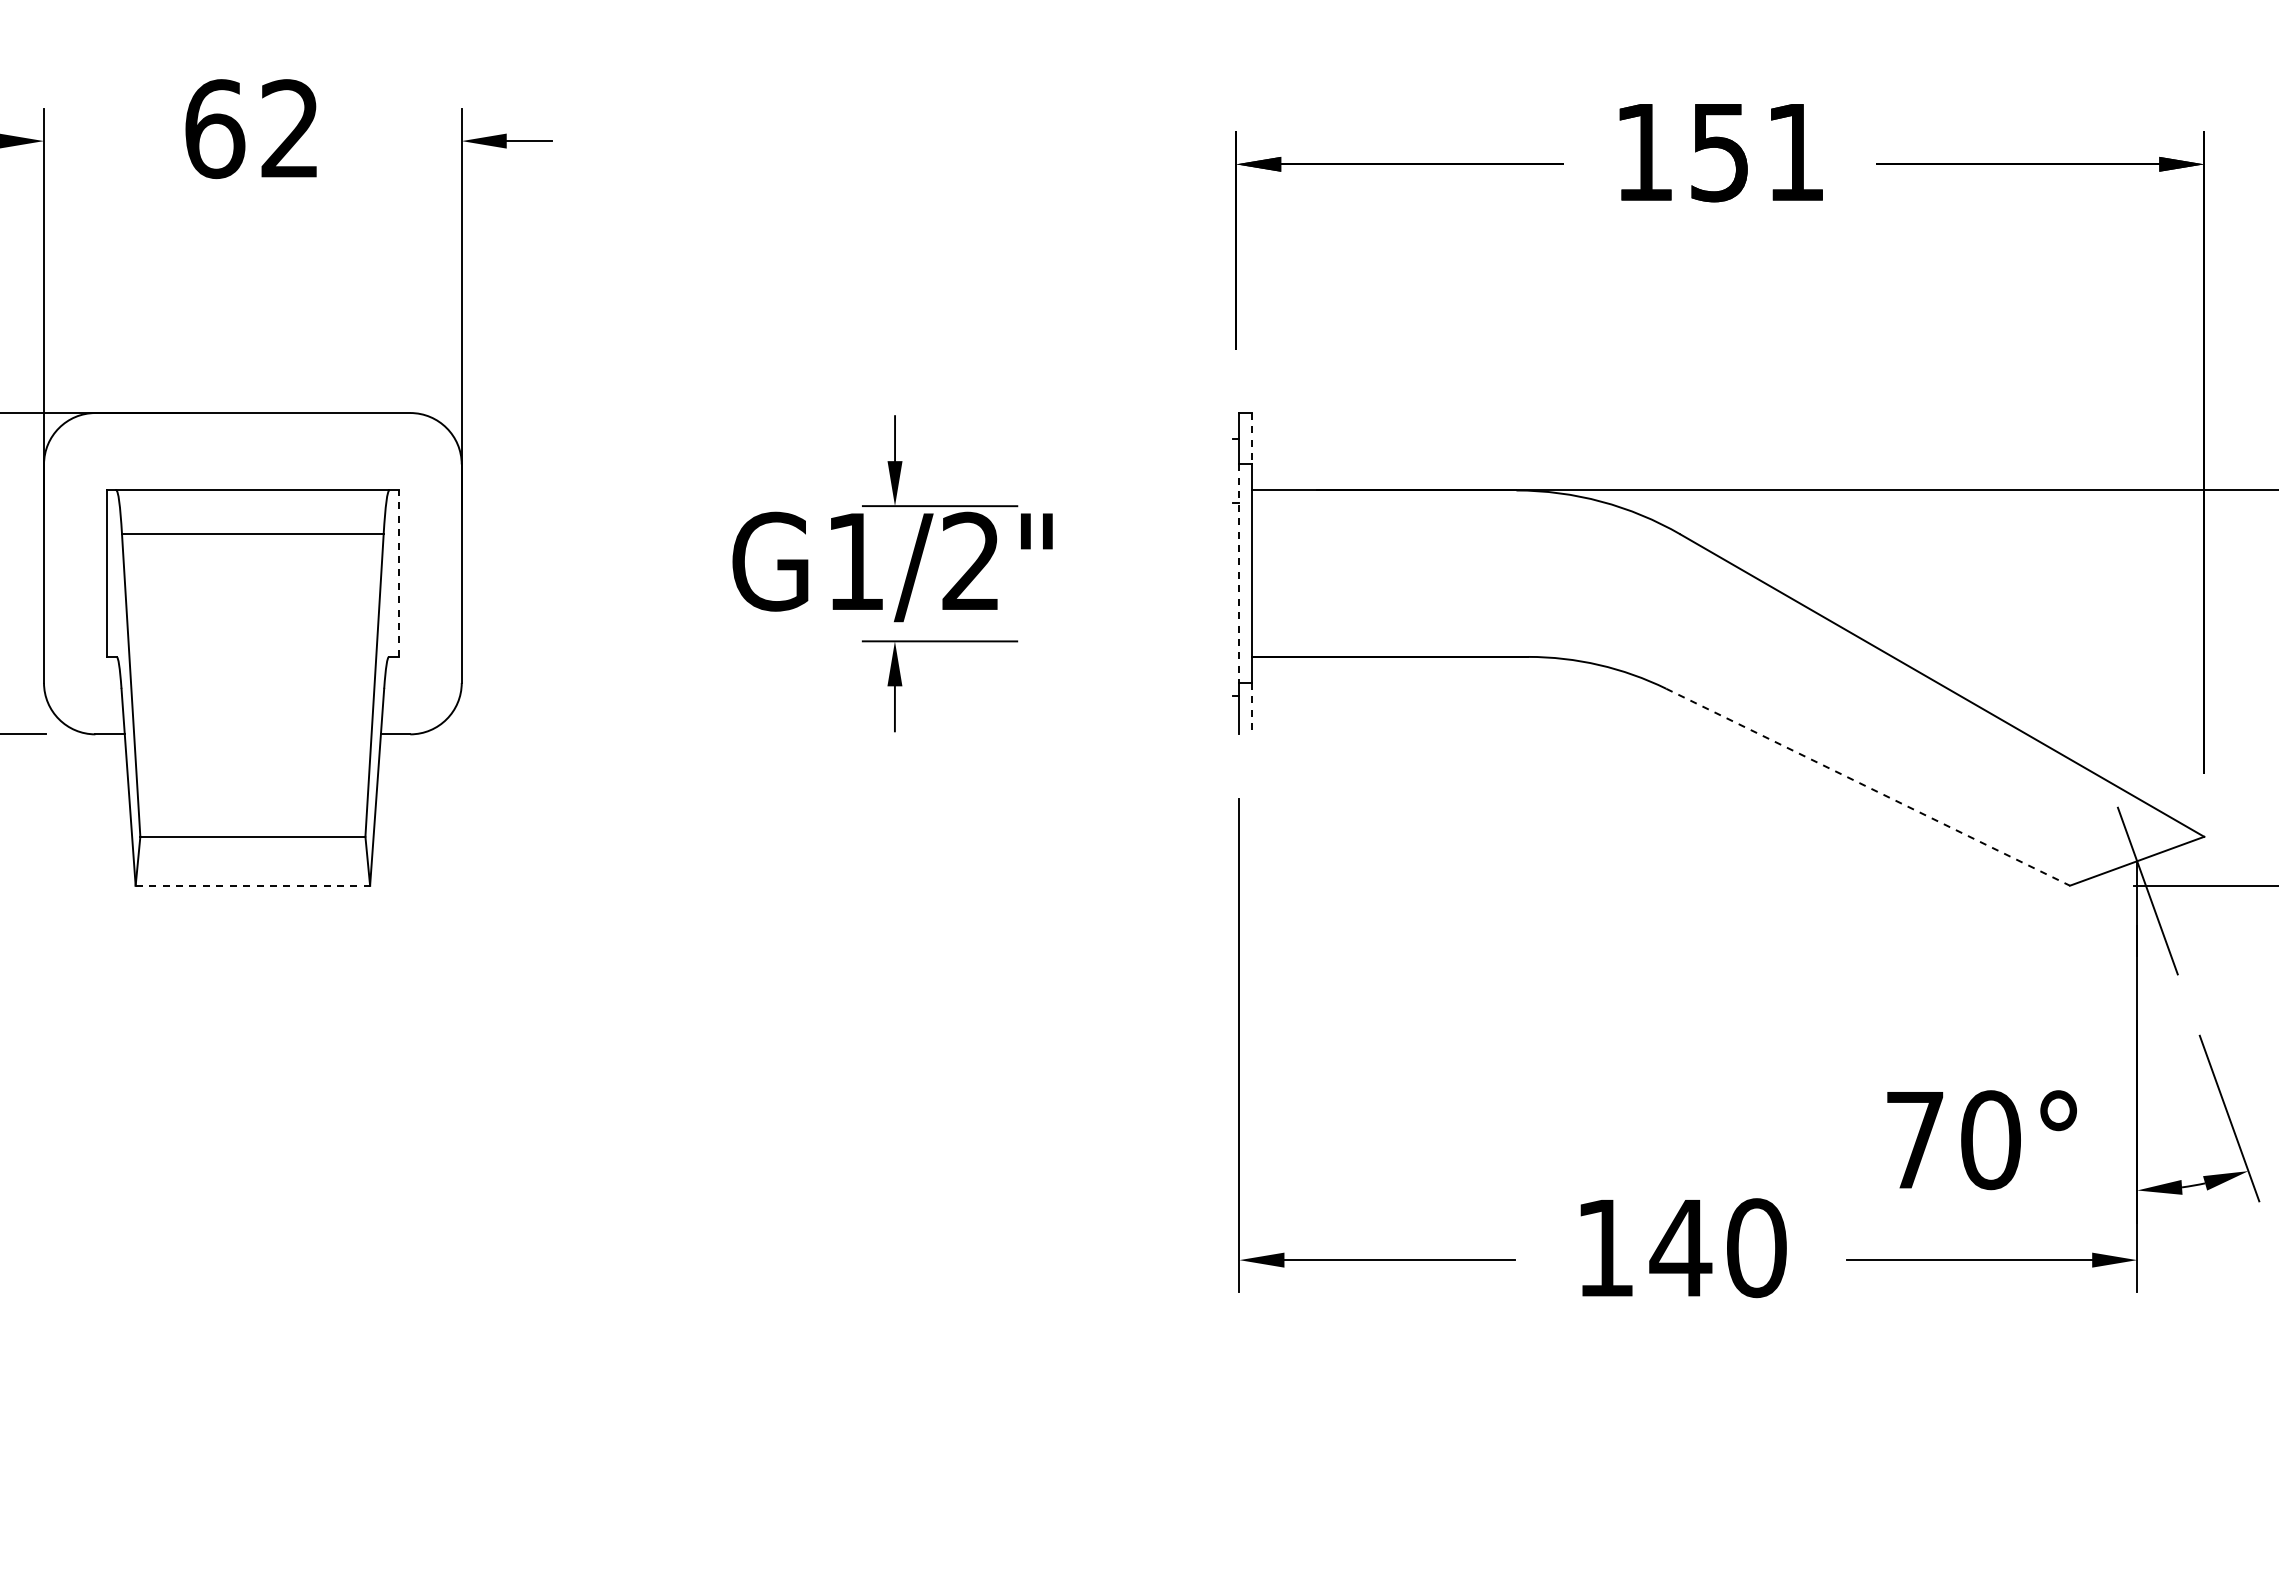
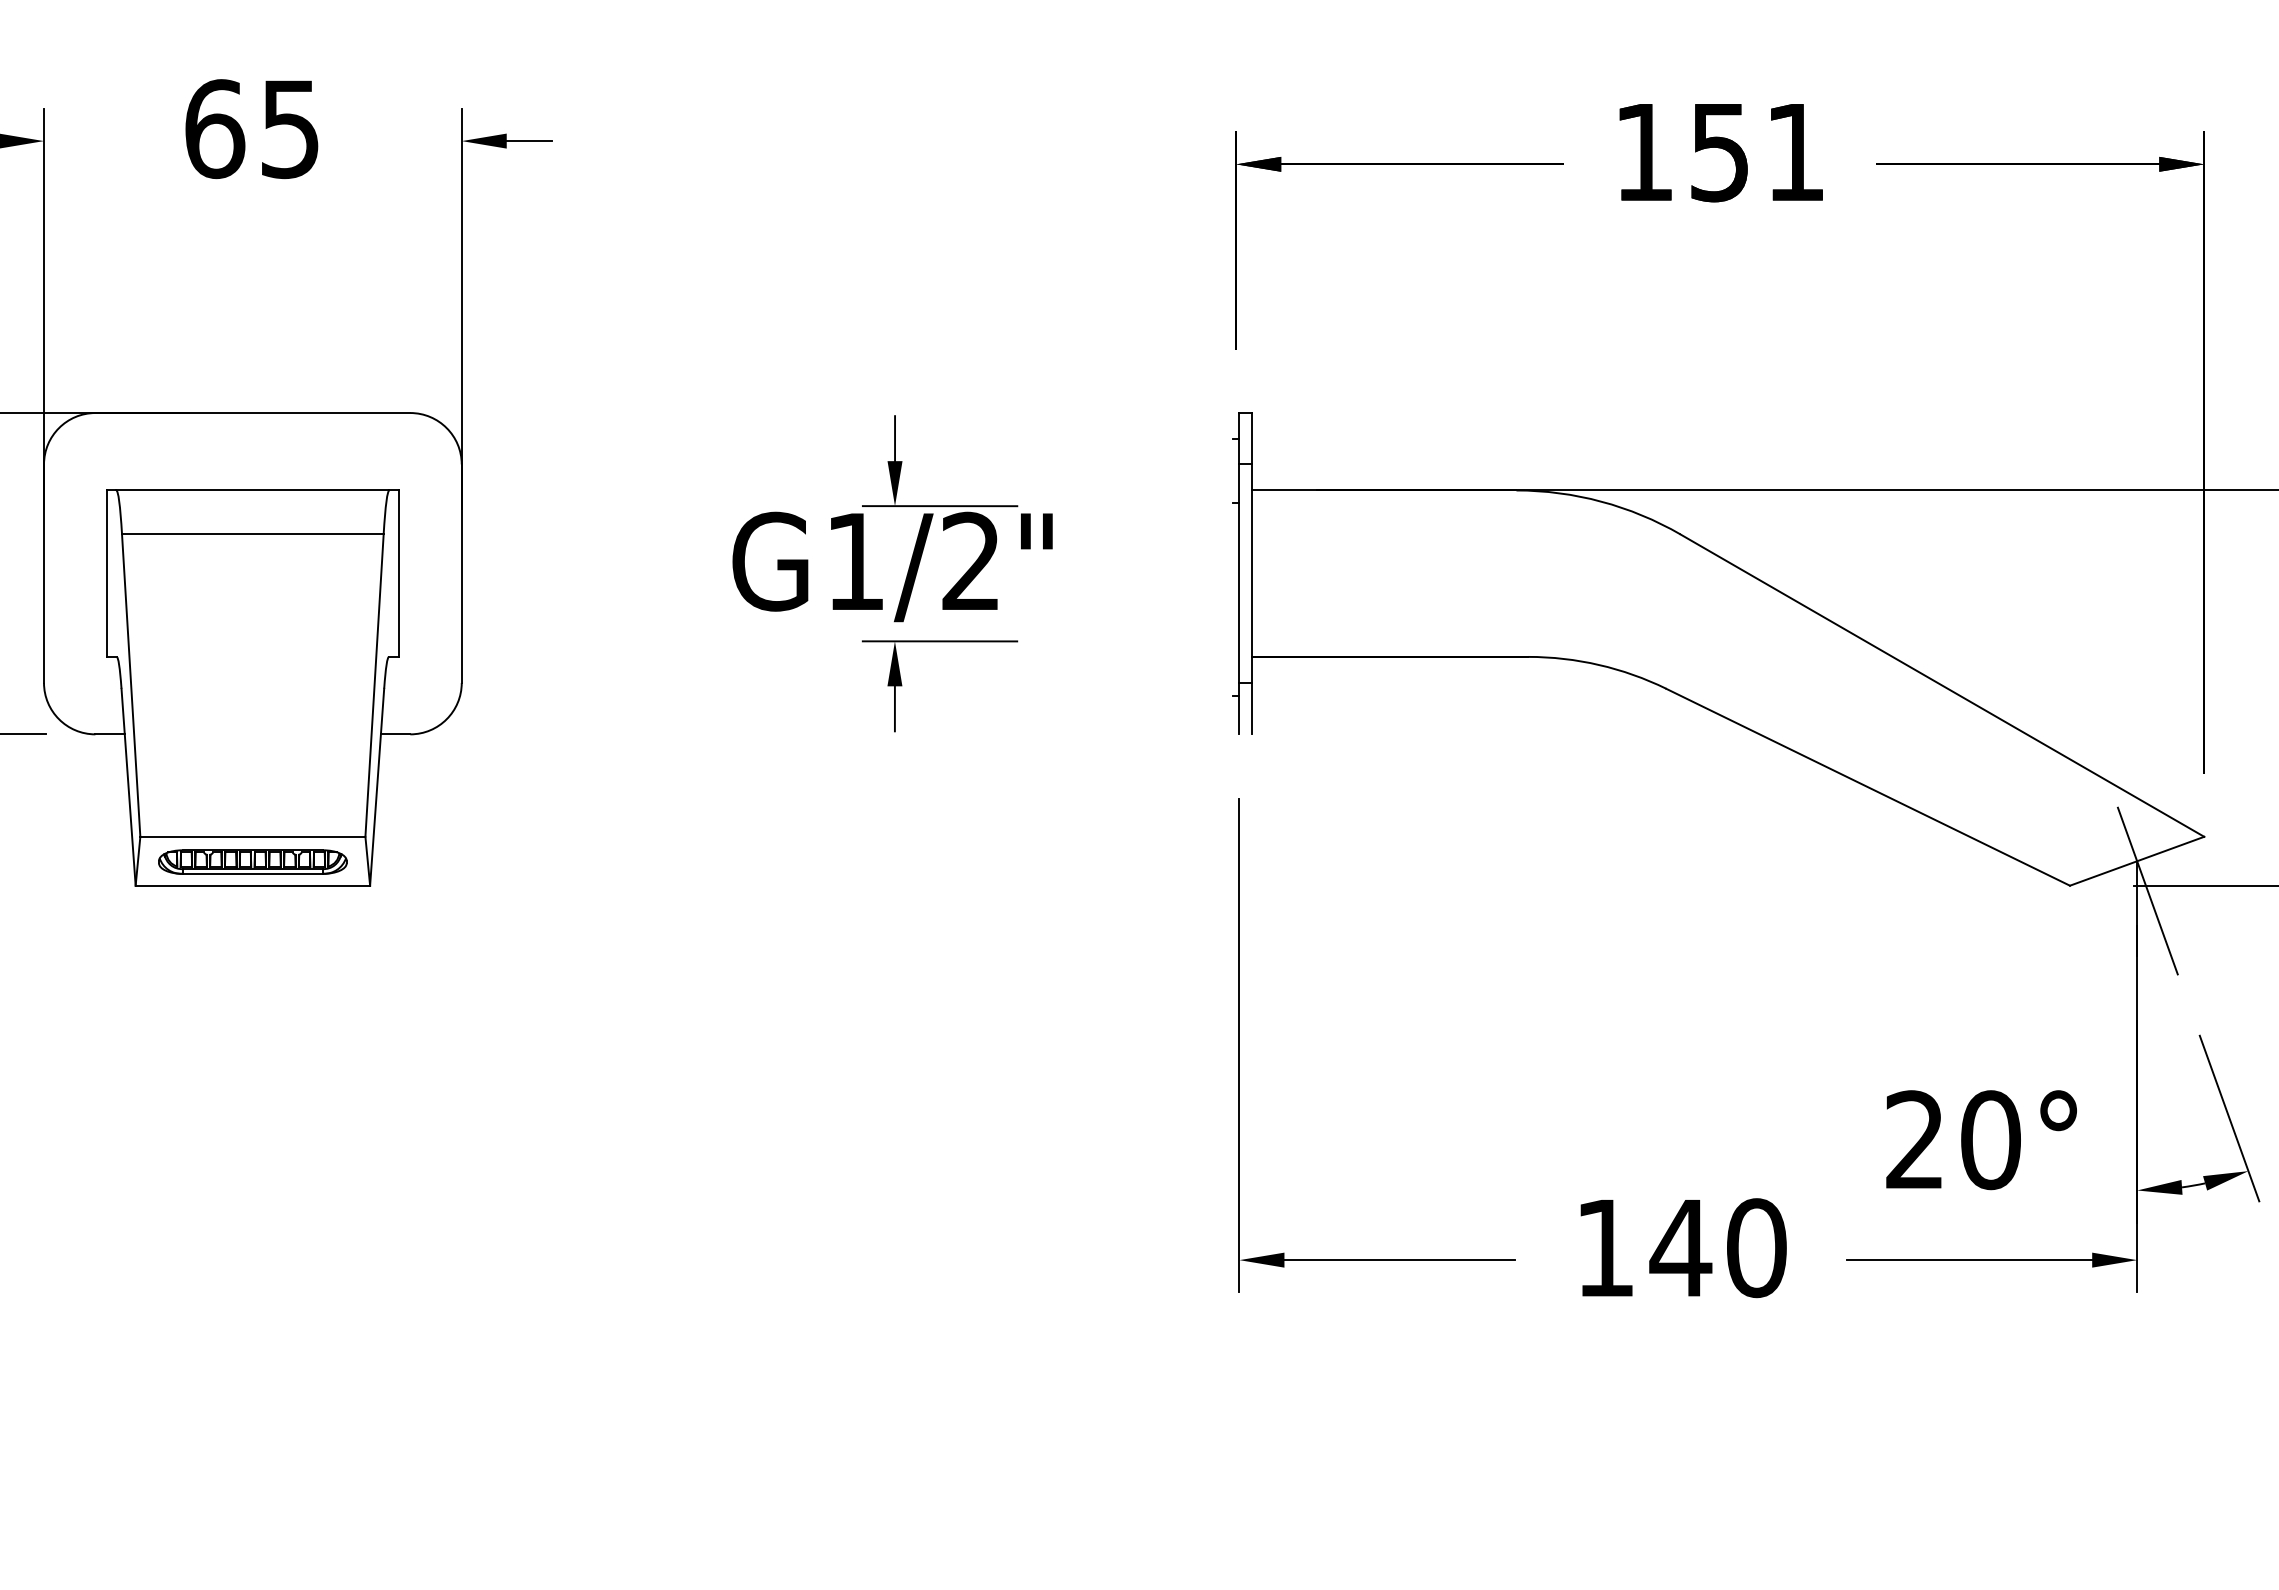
text at (289, 129): 62 -> 65
line at (1252, 438): dashed -> solid
line at (398, 573): dashed -> solid
line at (1239, 574): dashed -> solid
line at (1252, 708): dashed -> solid
line at (1868, 787): dashed -> solid
part at (252, 861): none -> present
line at (253, 885): dashed -> solid
text at (1914, 1139): 70° -> 20°
